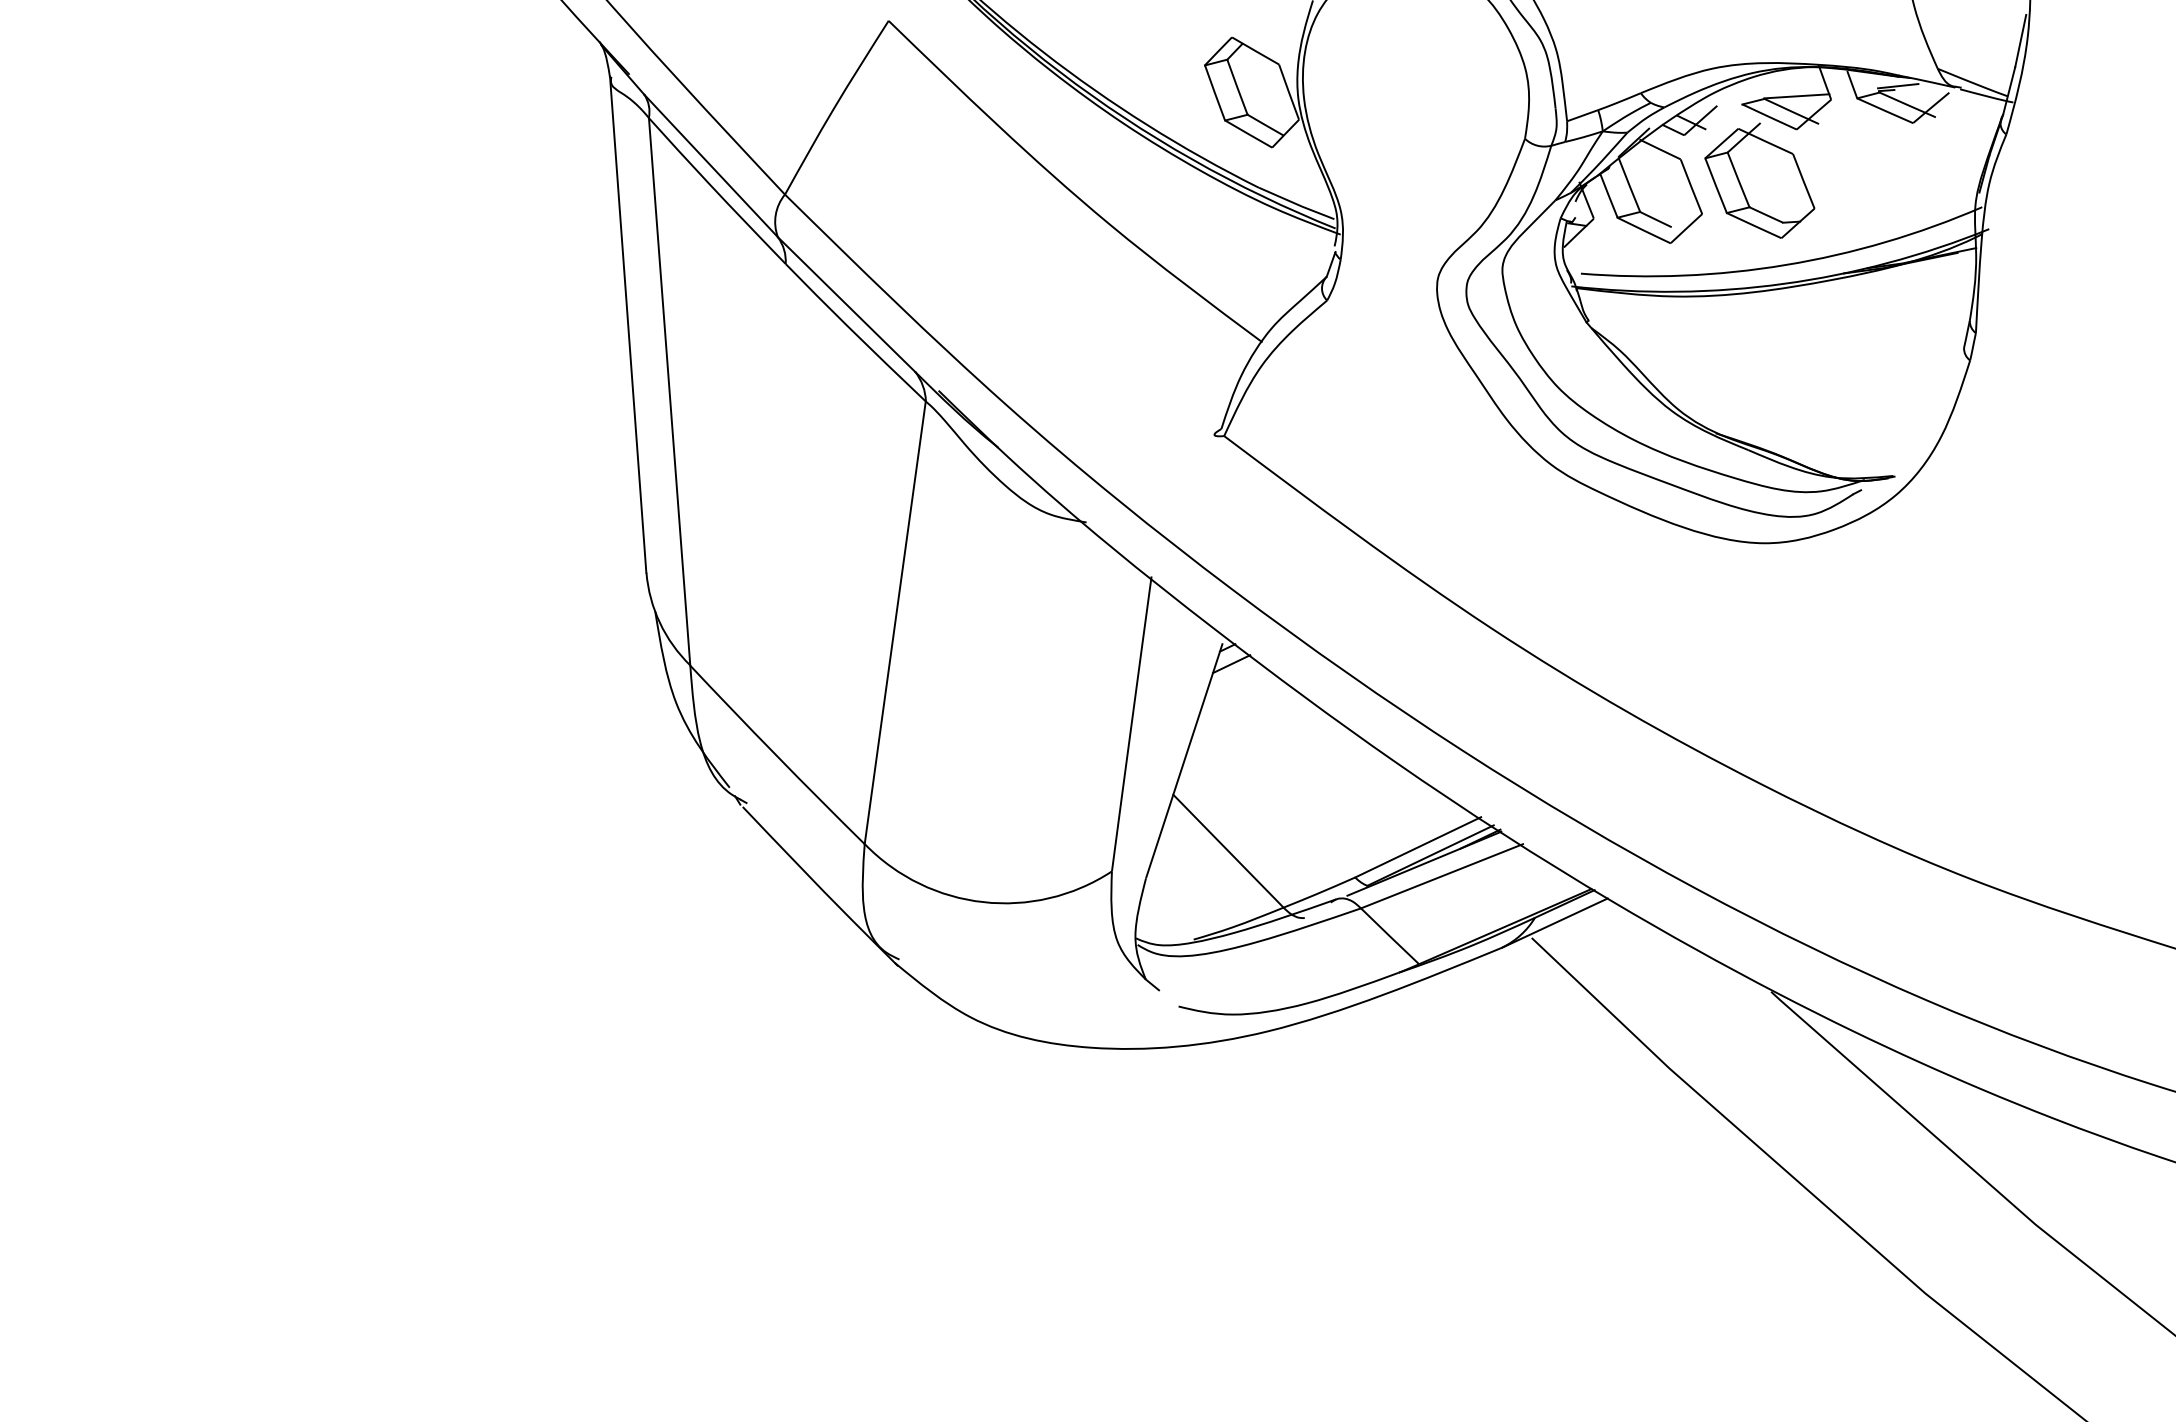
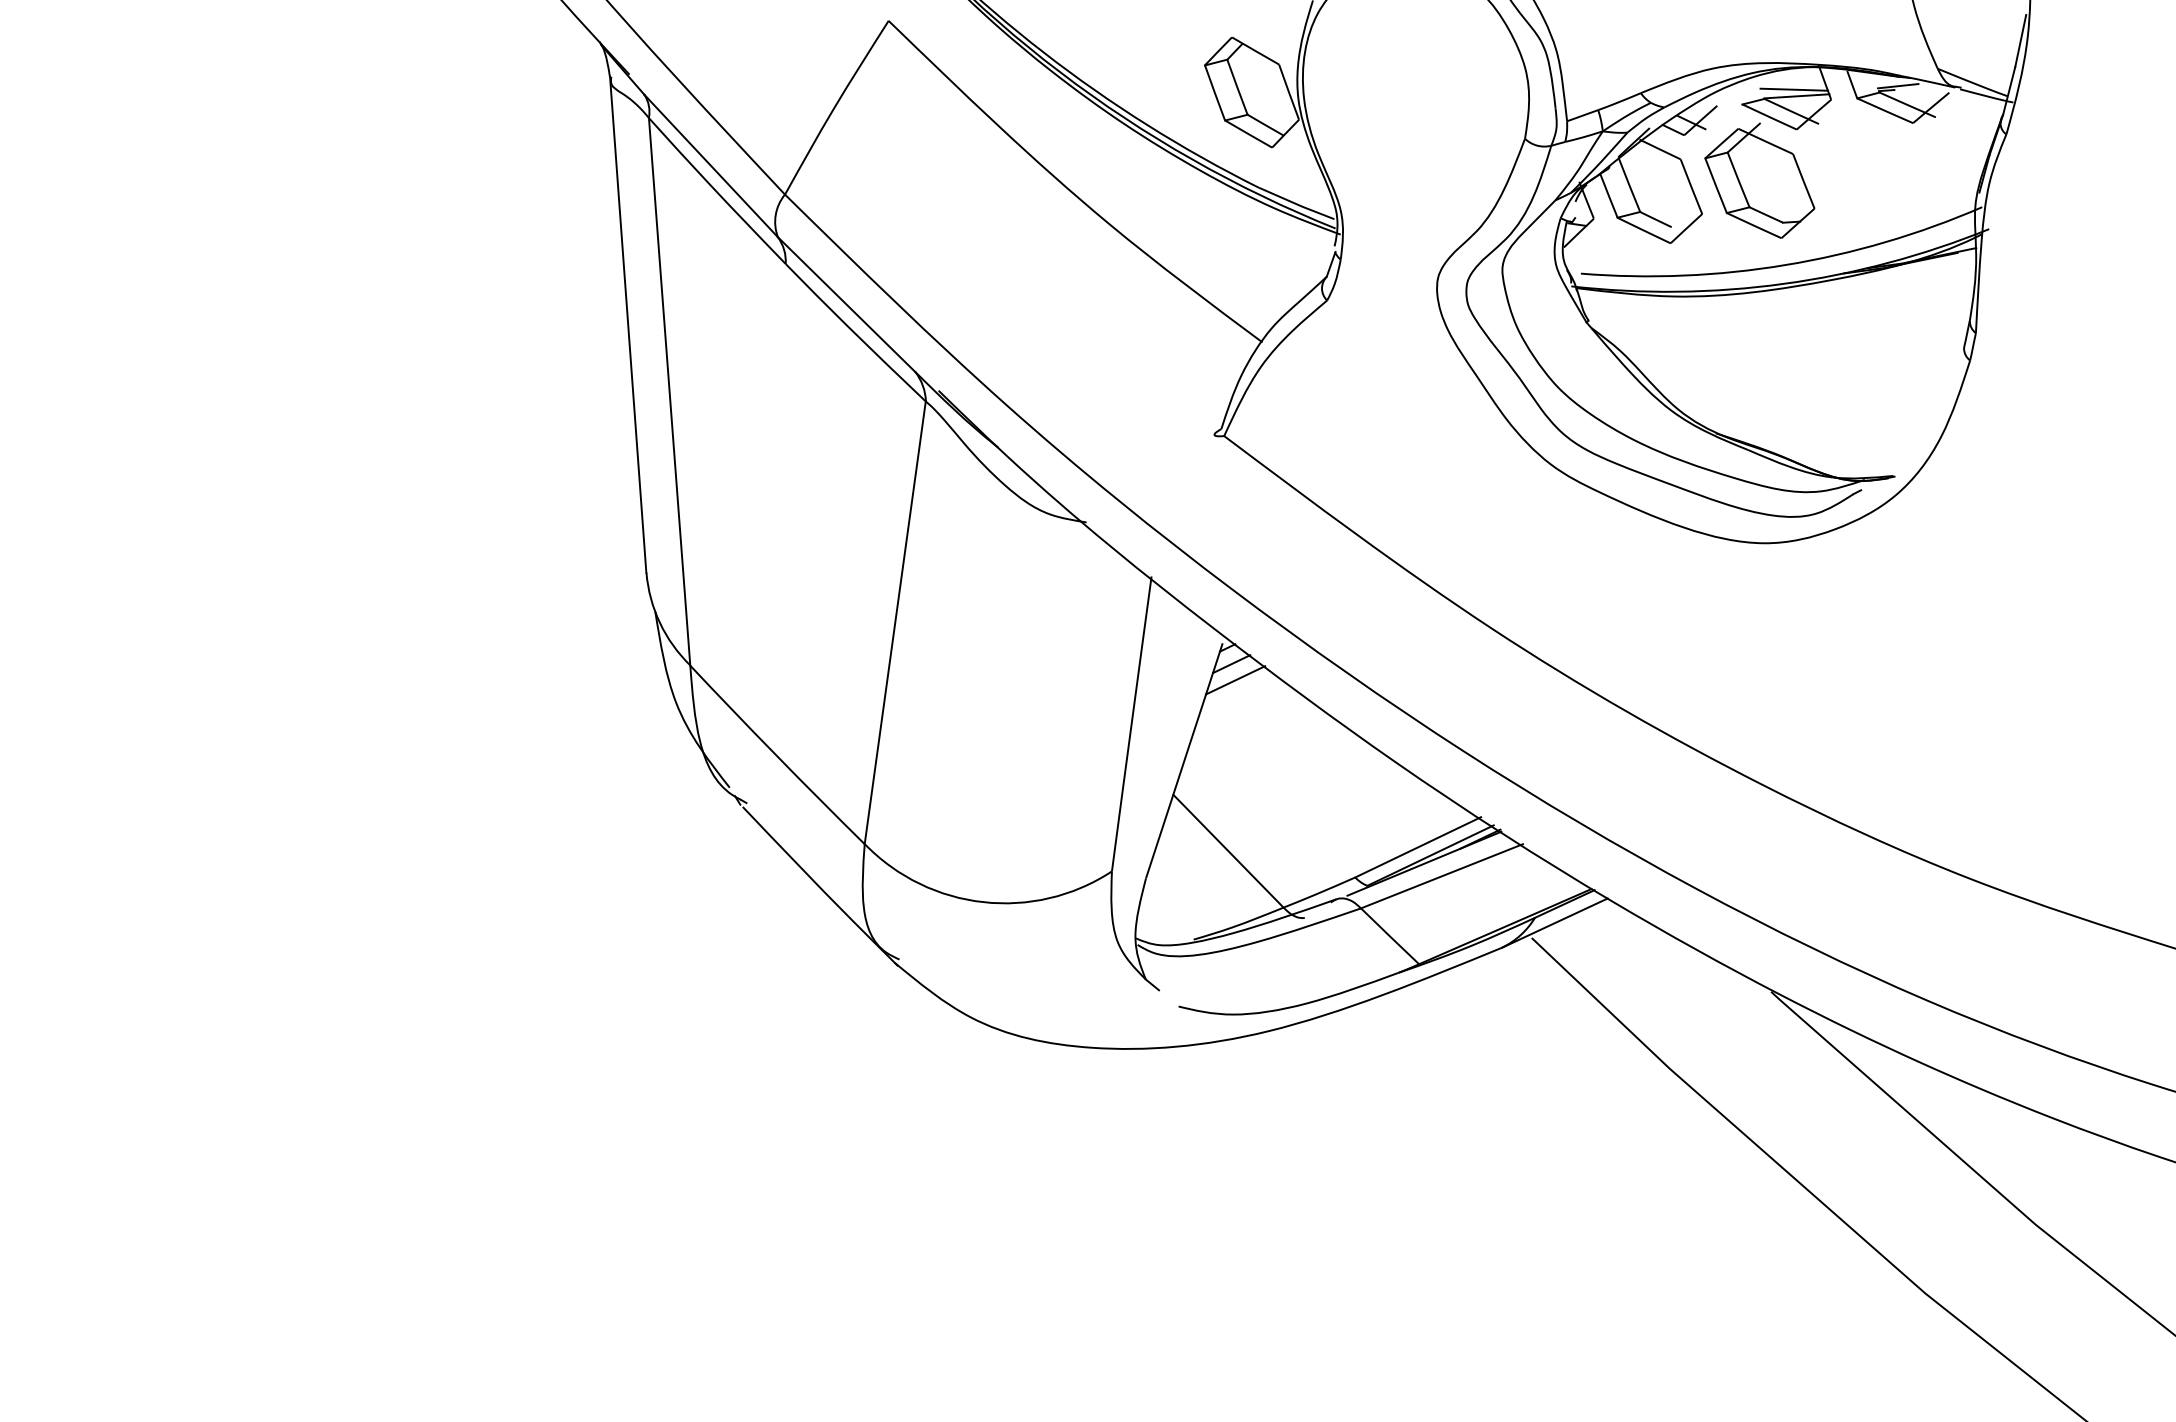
line at (1794, 89): none -> present
line at (1235, 680): none -> present
